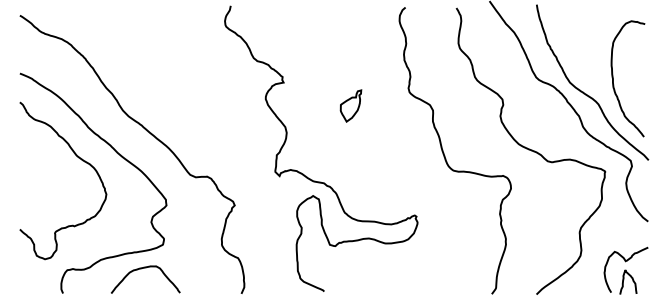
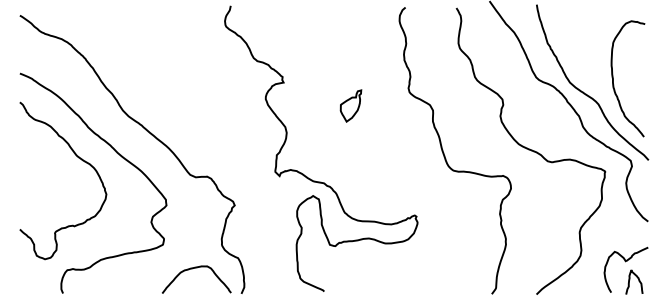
curve at (141, 269) position: (141, 269) -> (192, 269)
curve at (632, 281) position: (632, 281) -> (638, 281)
